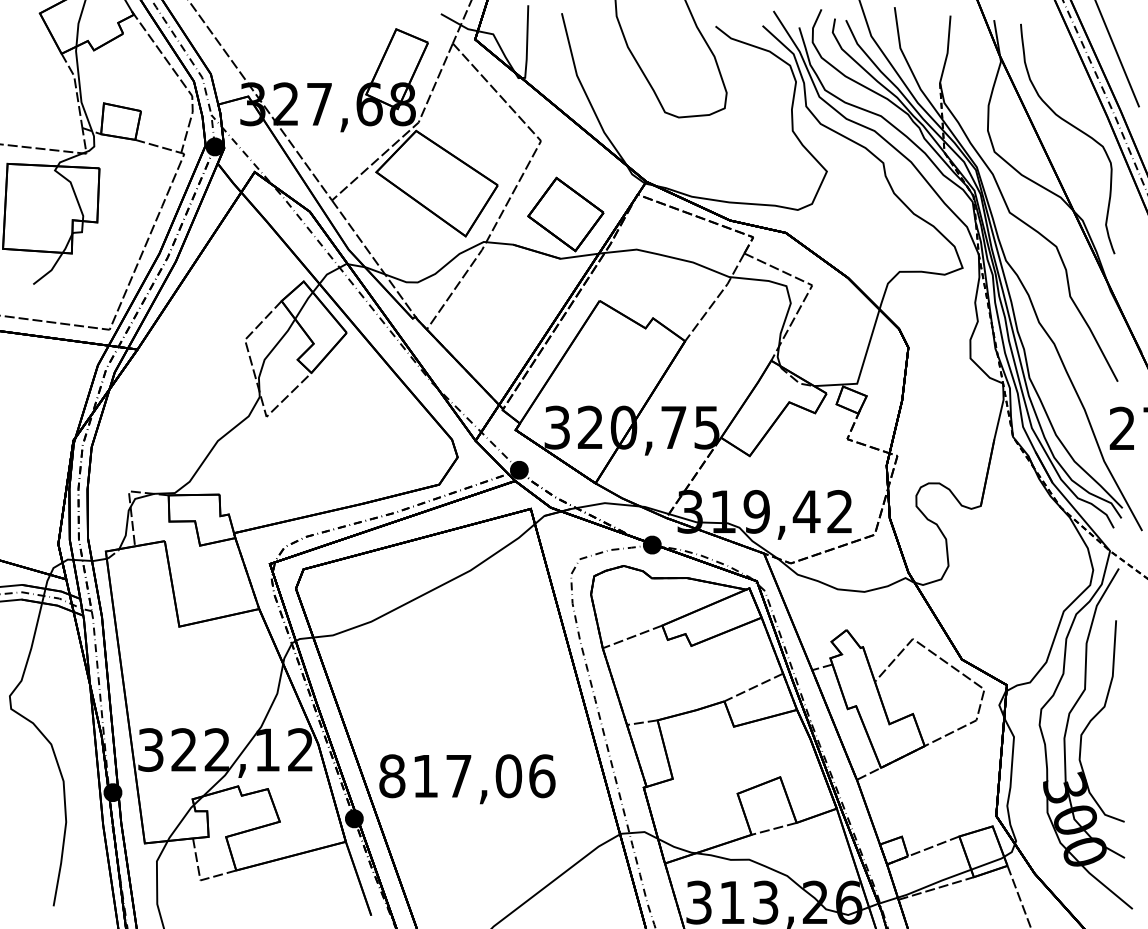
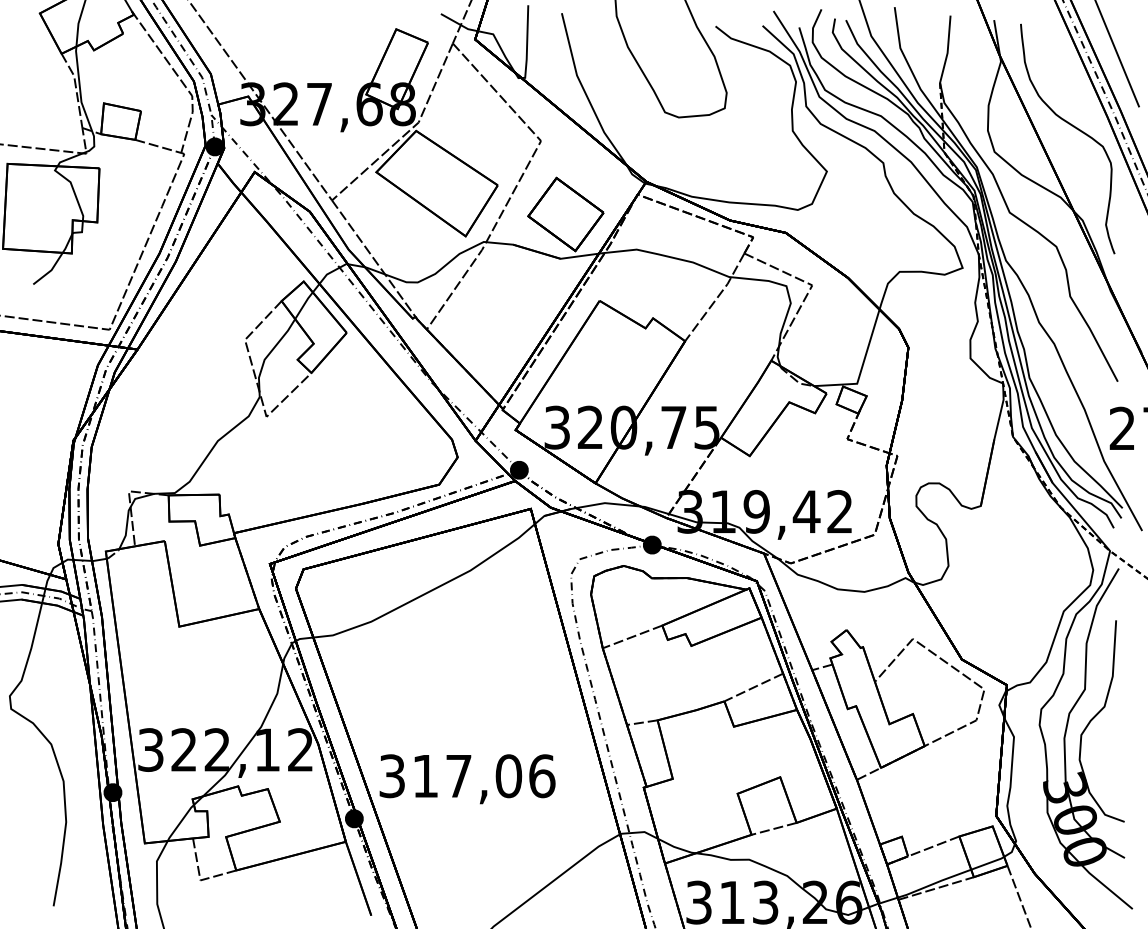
text at (392, 776): 817,06 -> 317,06
